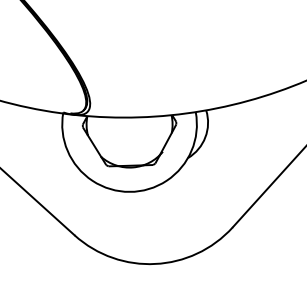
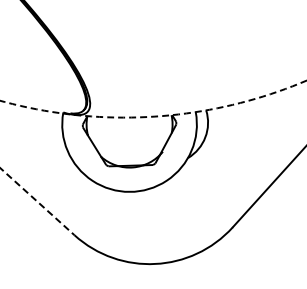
arc at (154, 116): solid -> dashed
line at (37, 201): solid -> dashed
